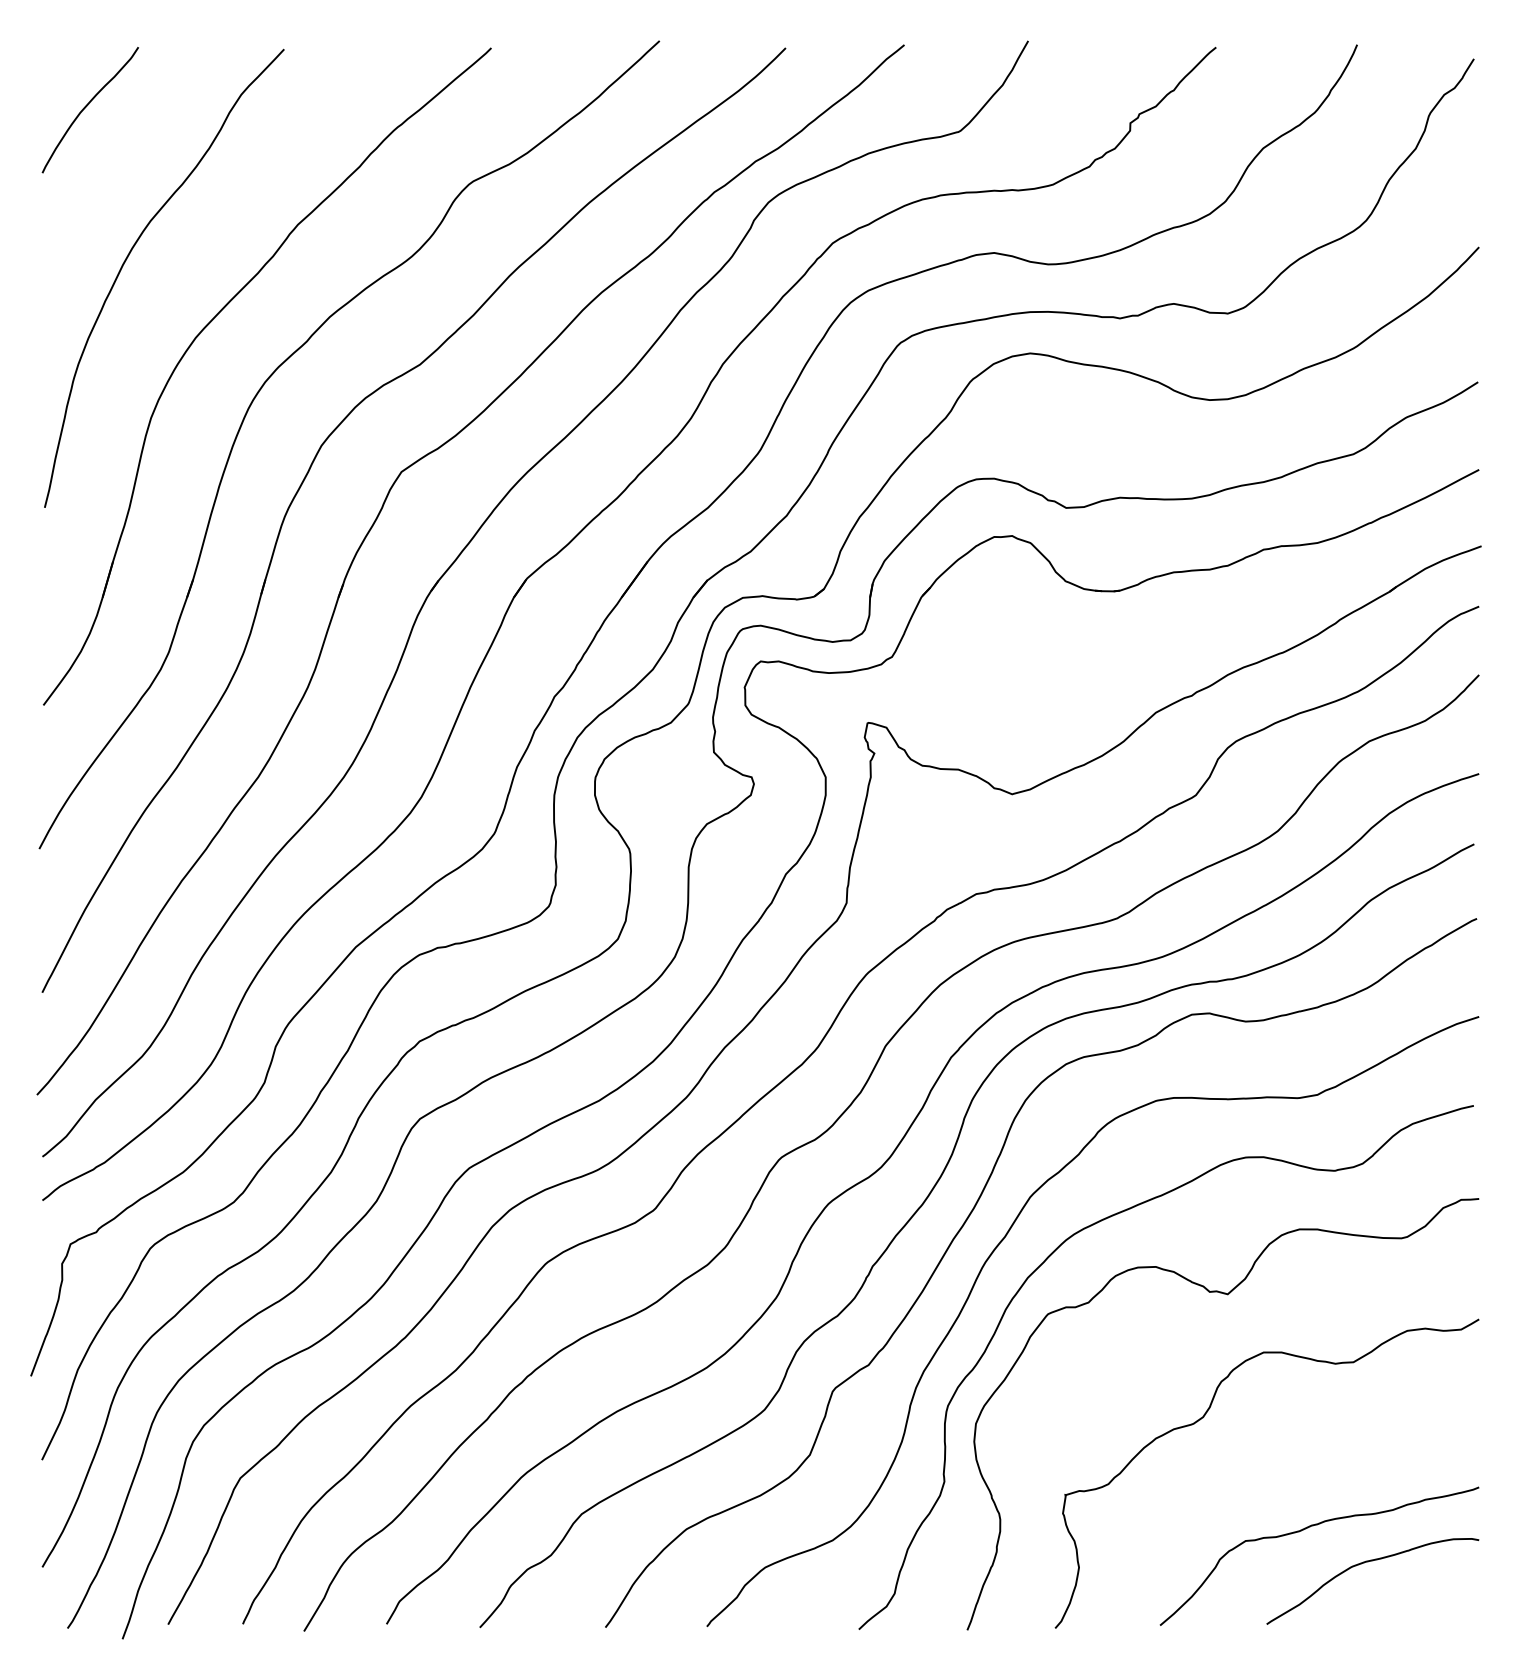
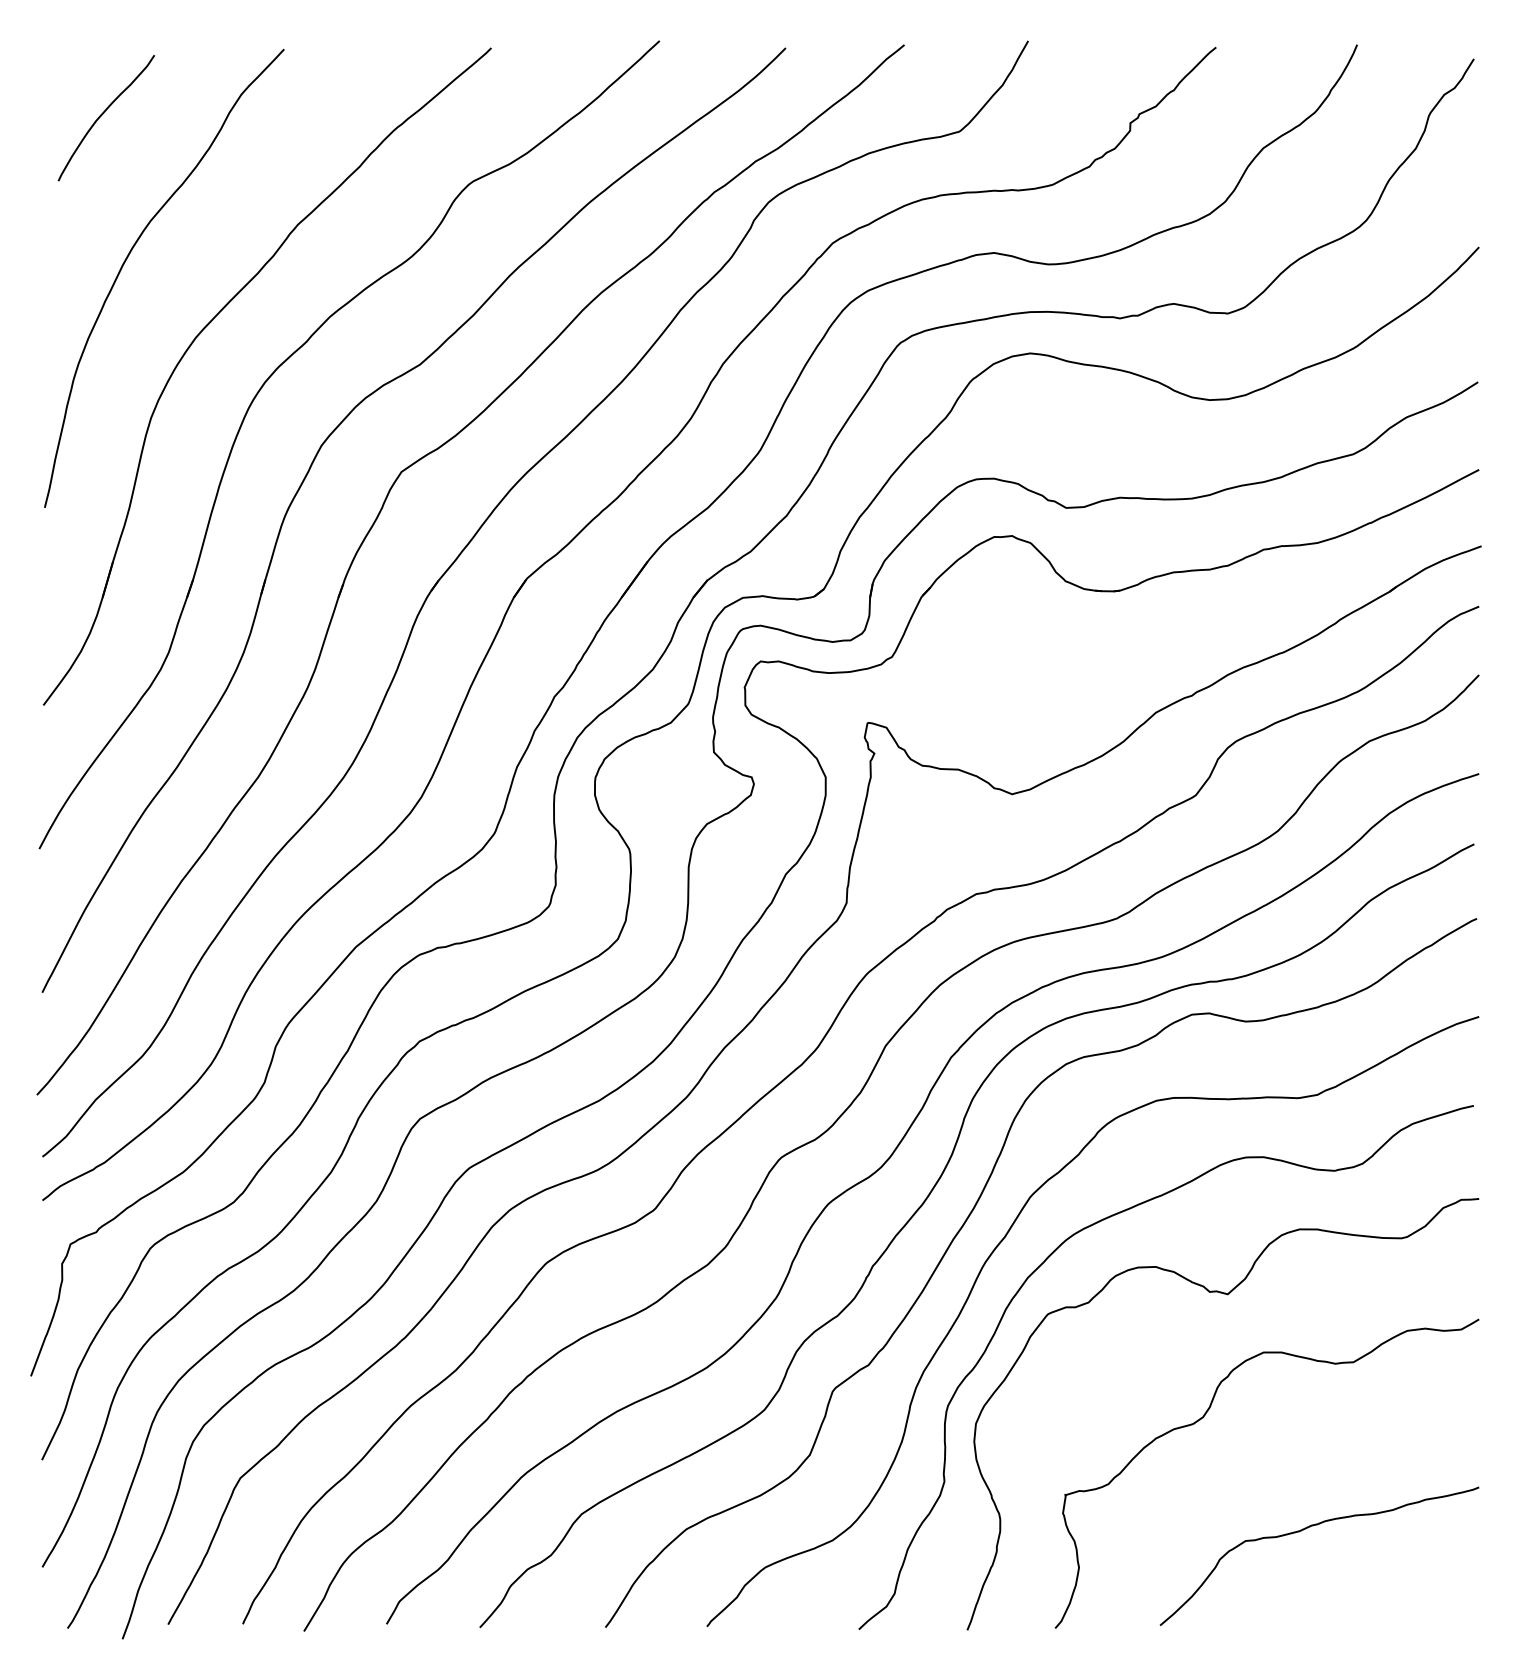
curve at (86, 107) position: (86, 107) -> (102, 115)
curve at (1368, 1562): present -> none
